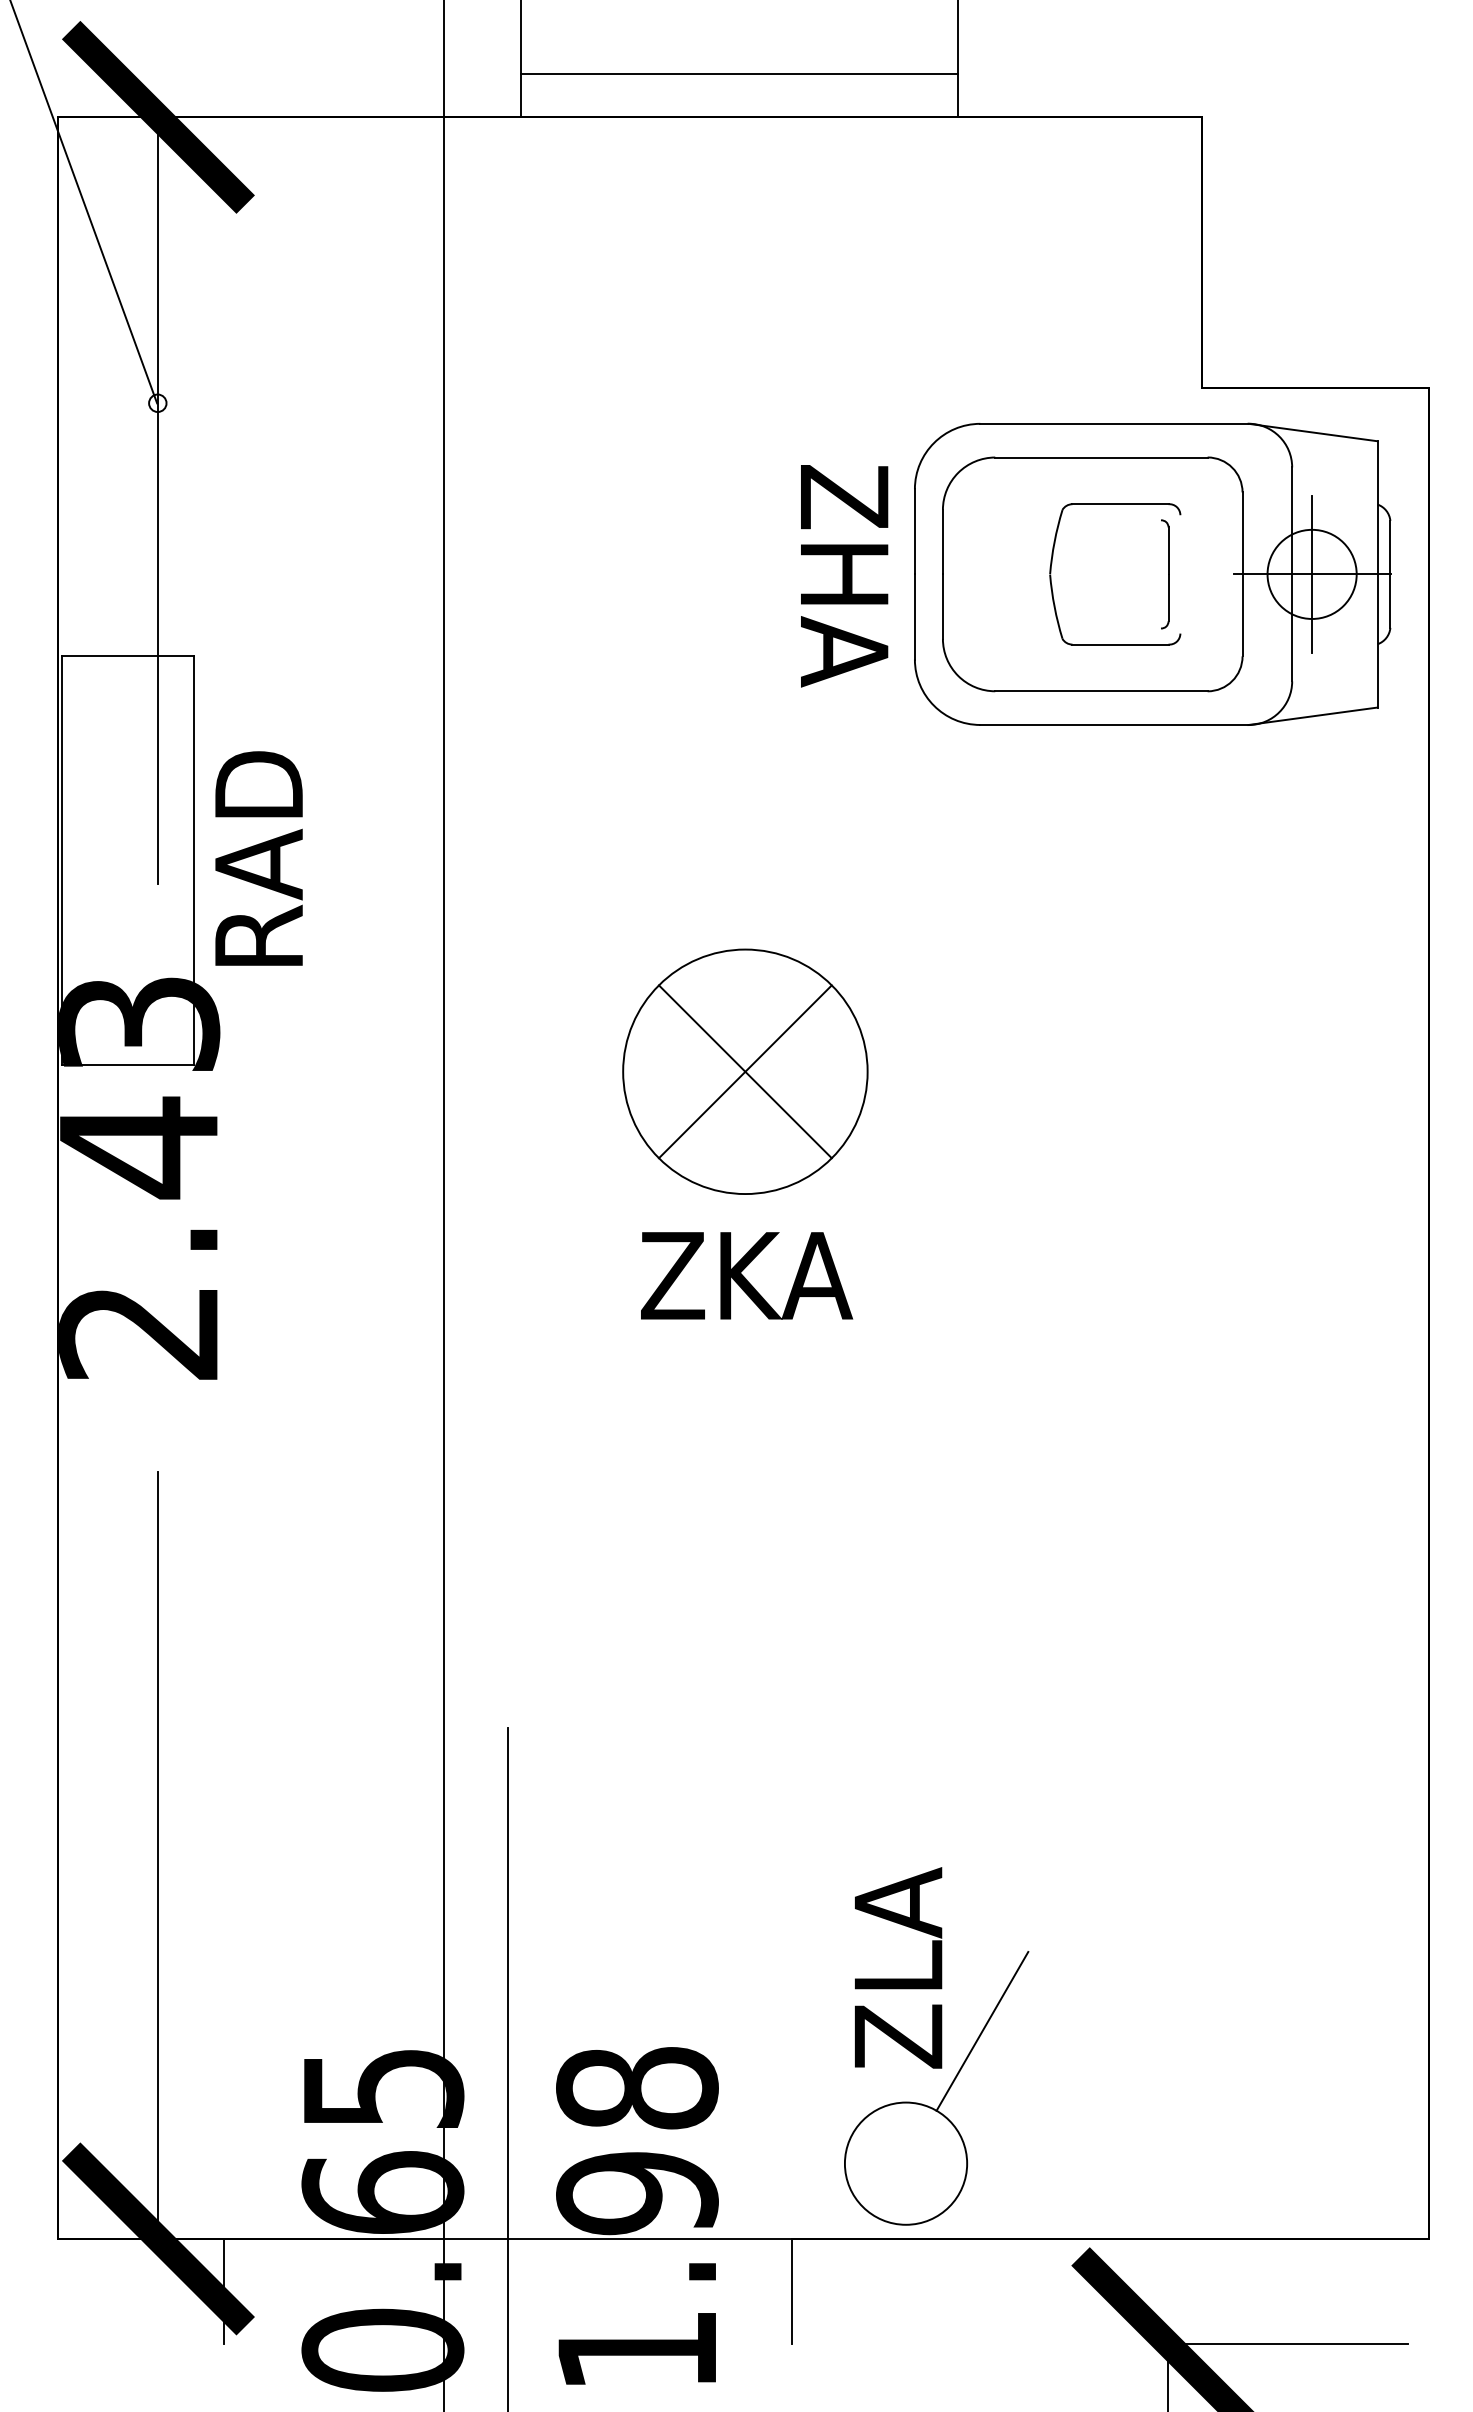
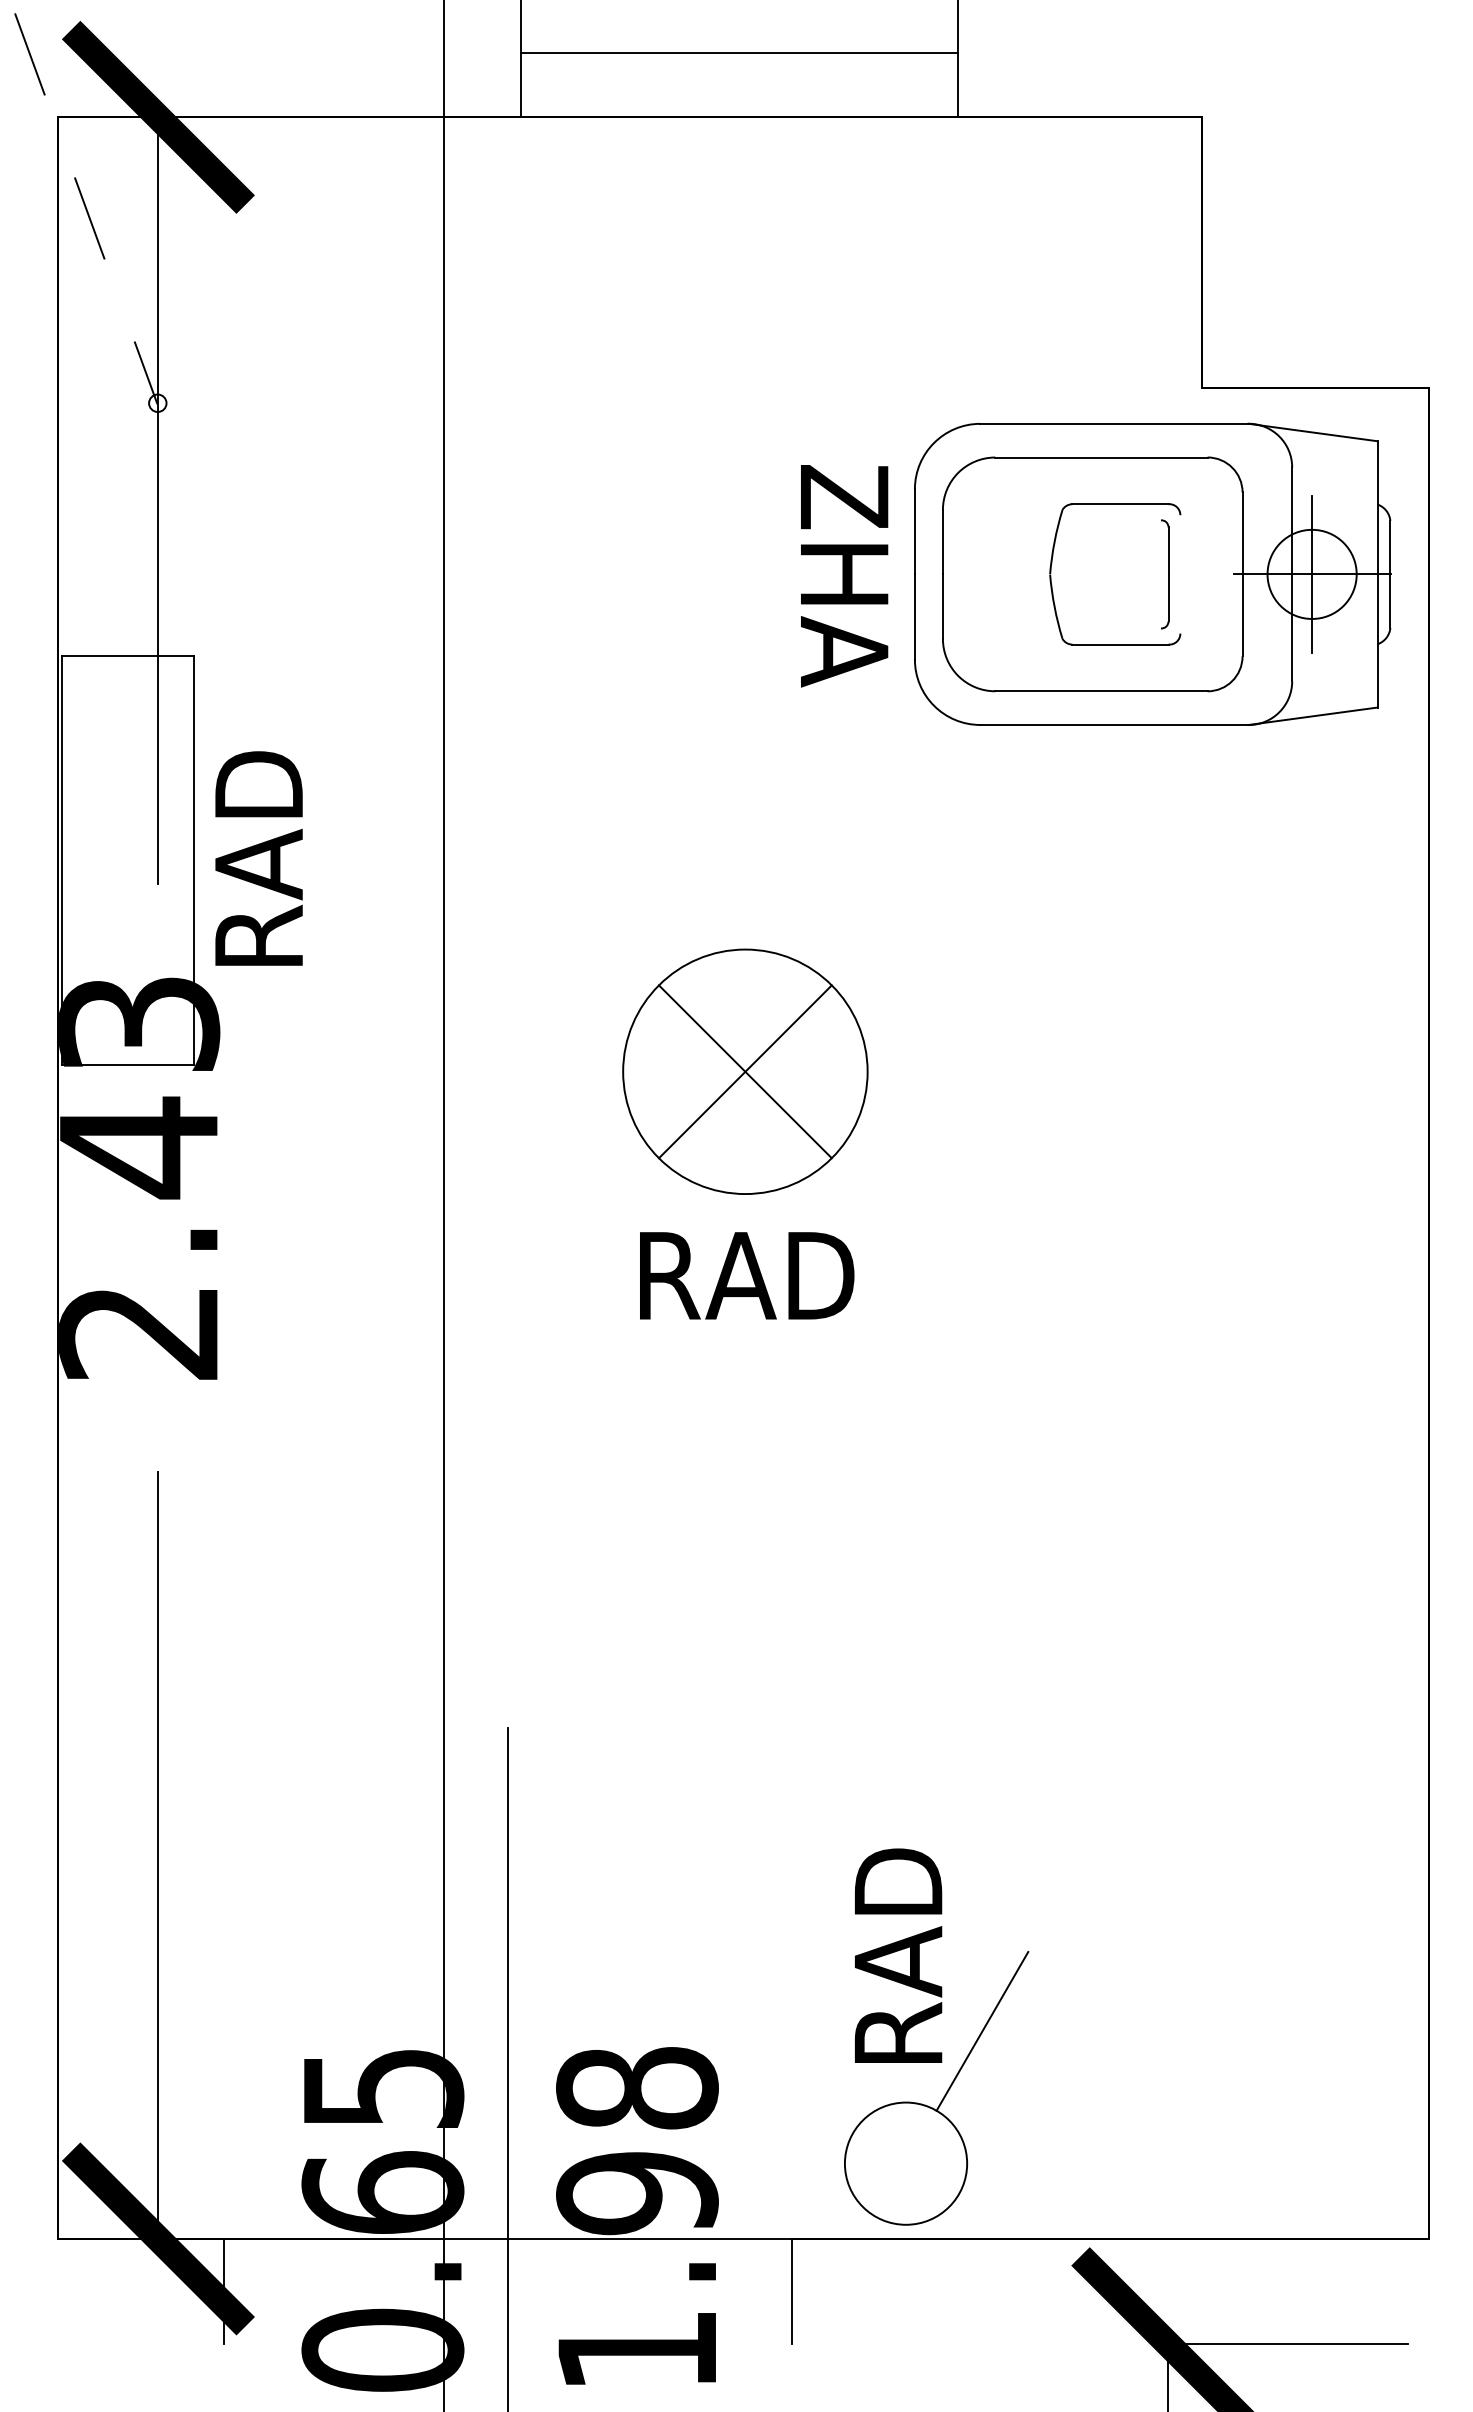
line at (739, 73) position: (739, 73) -> (739, 52)
line at (83, 202): solid -> dashed
text at (747, 1275): ZKA -> RAD
text at (898, 1958): ZLA -> RAD
